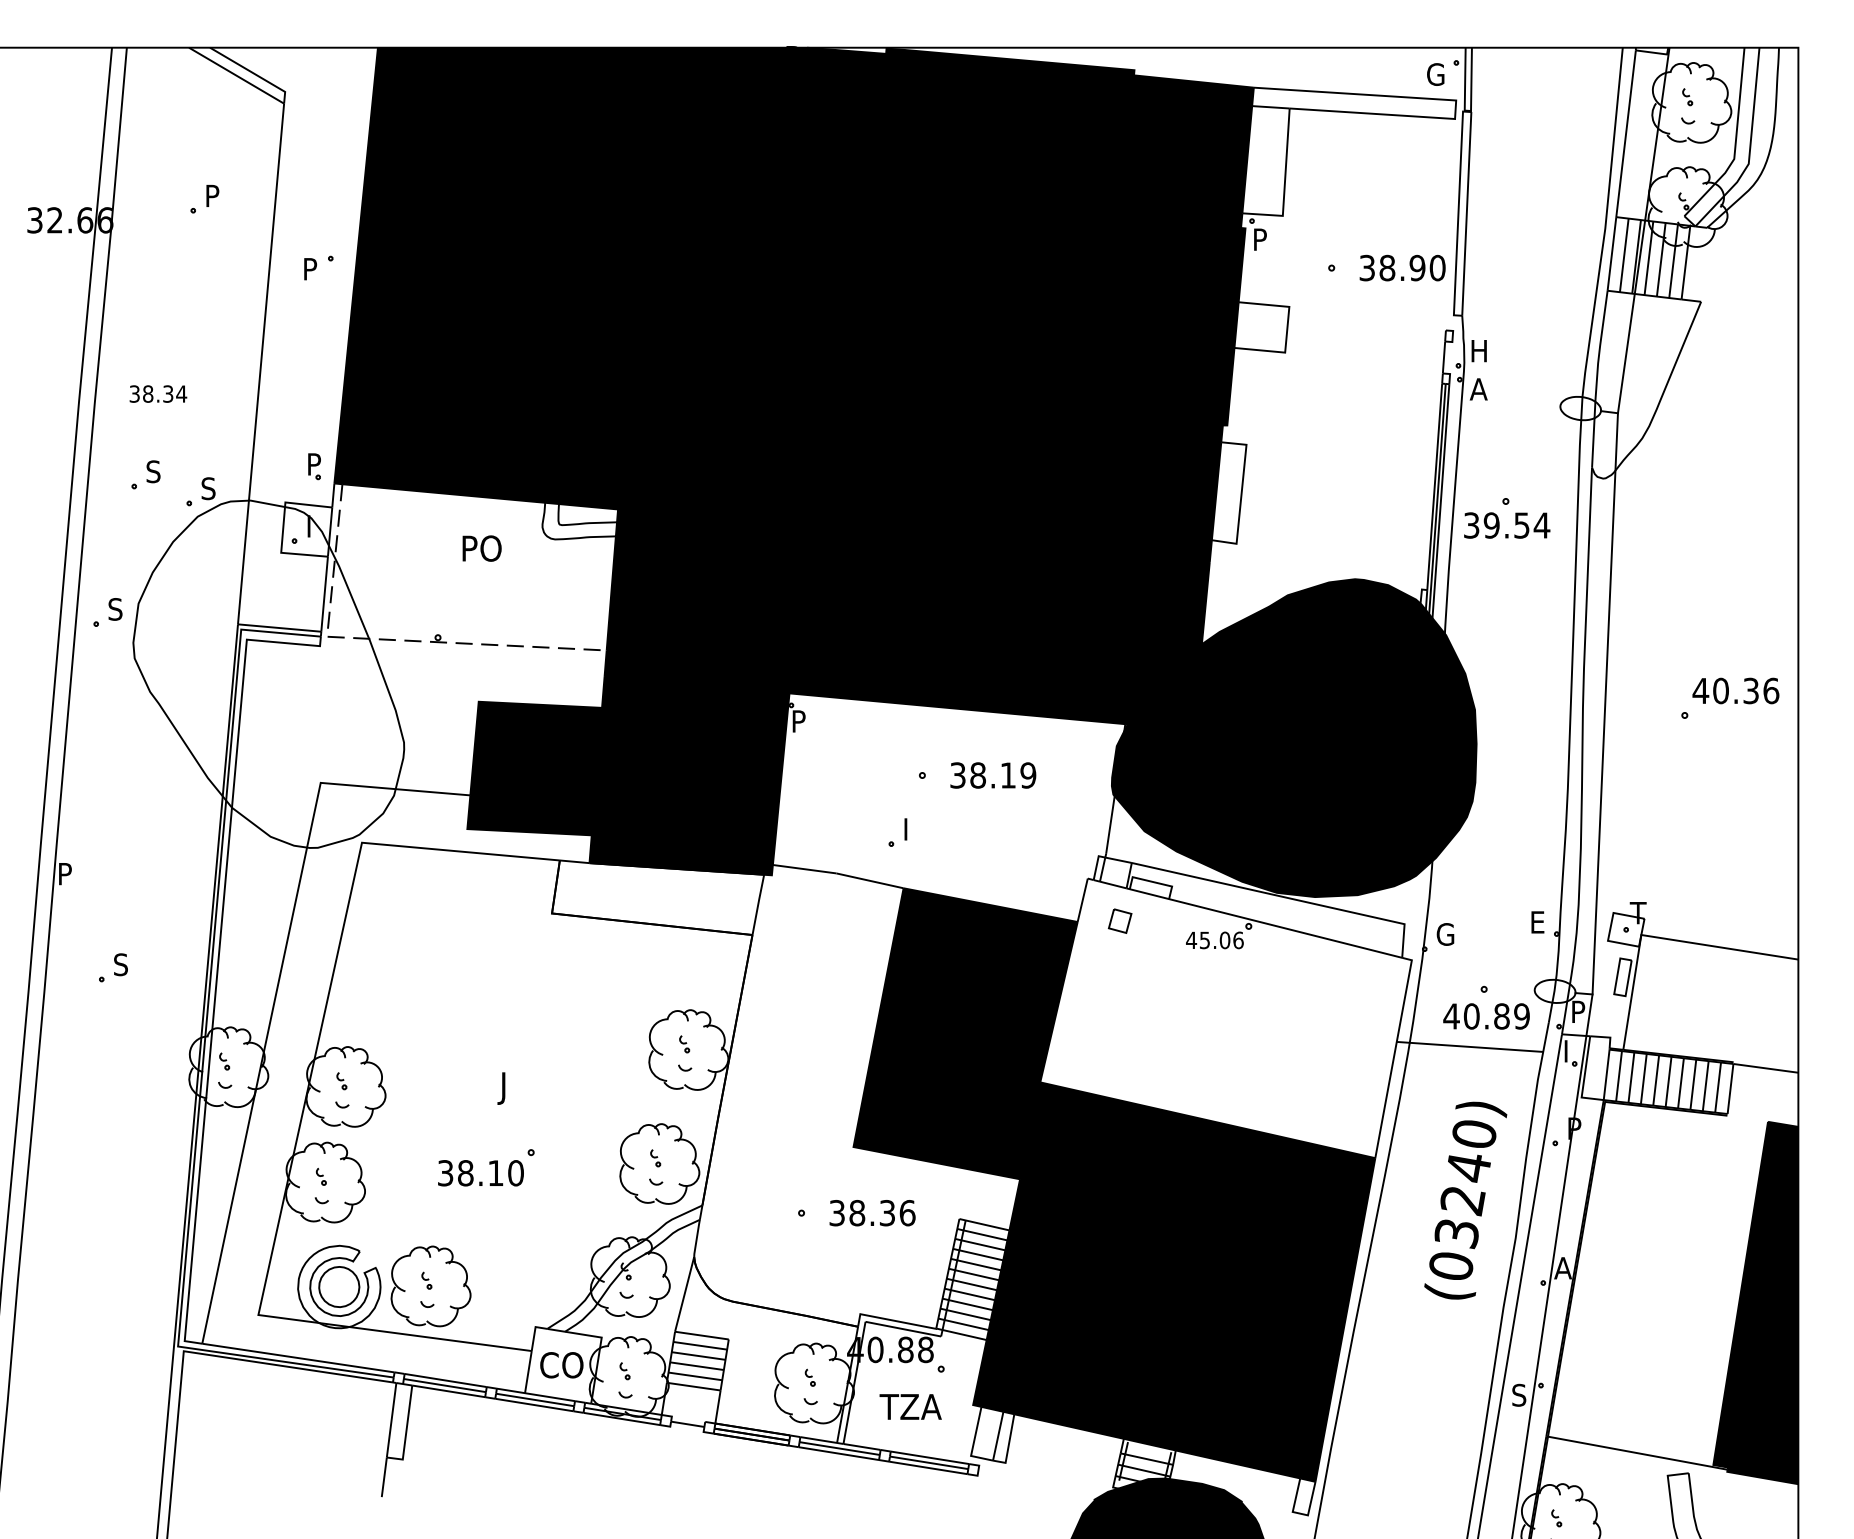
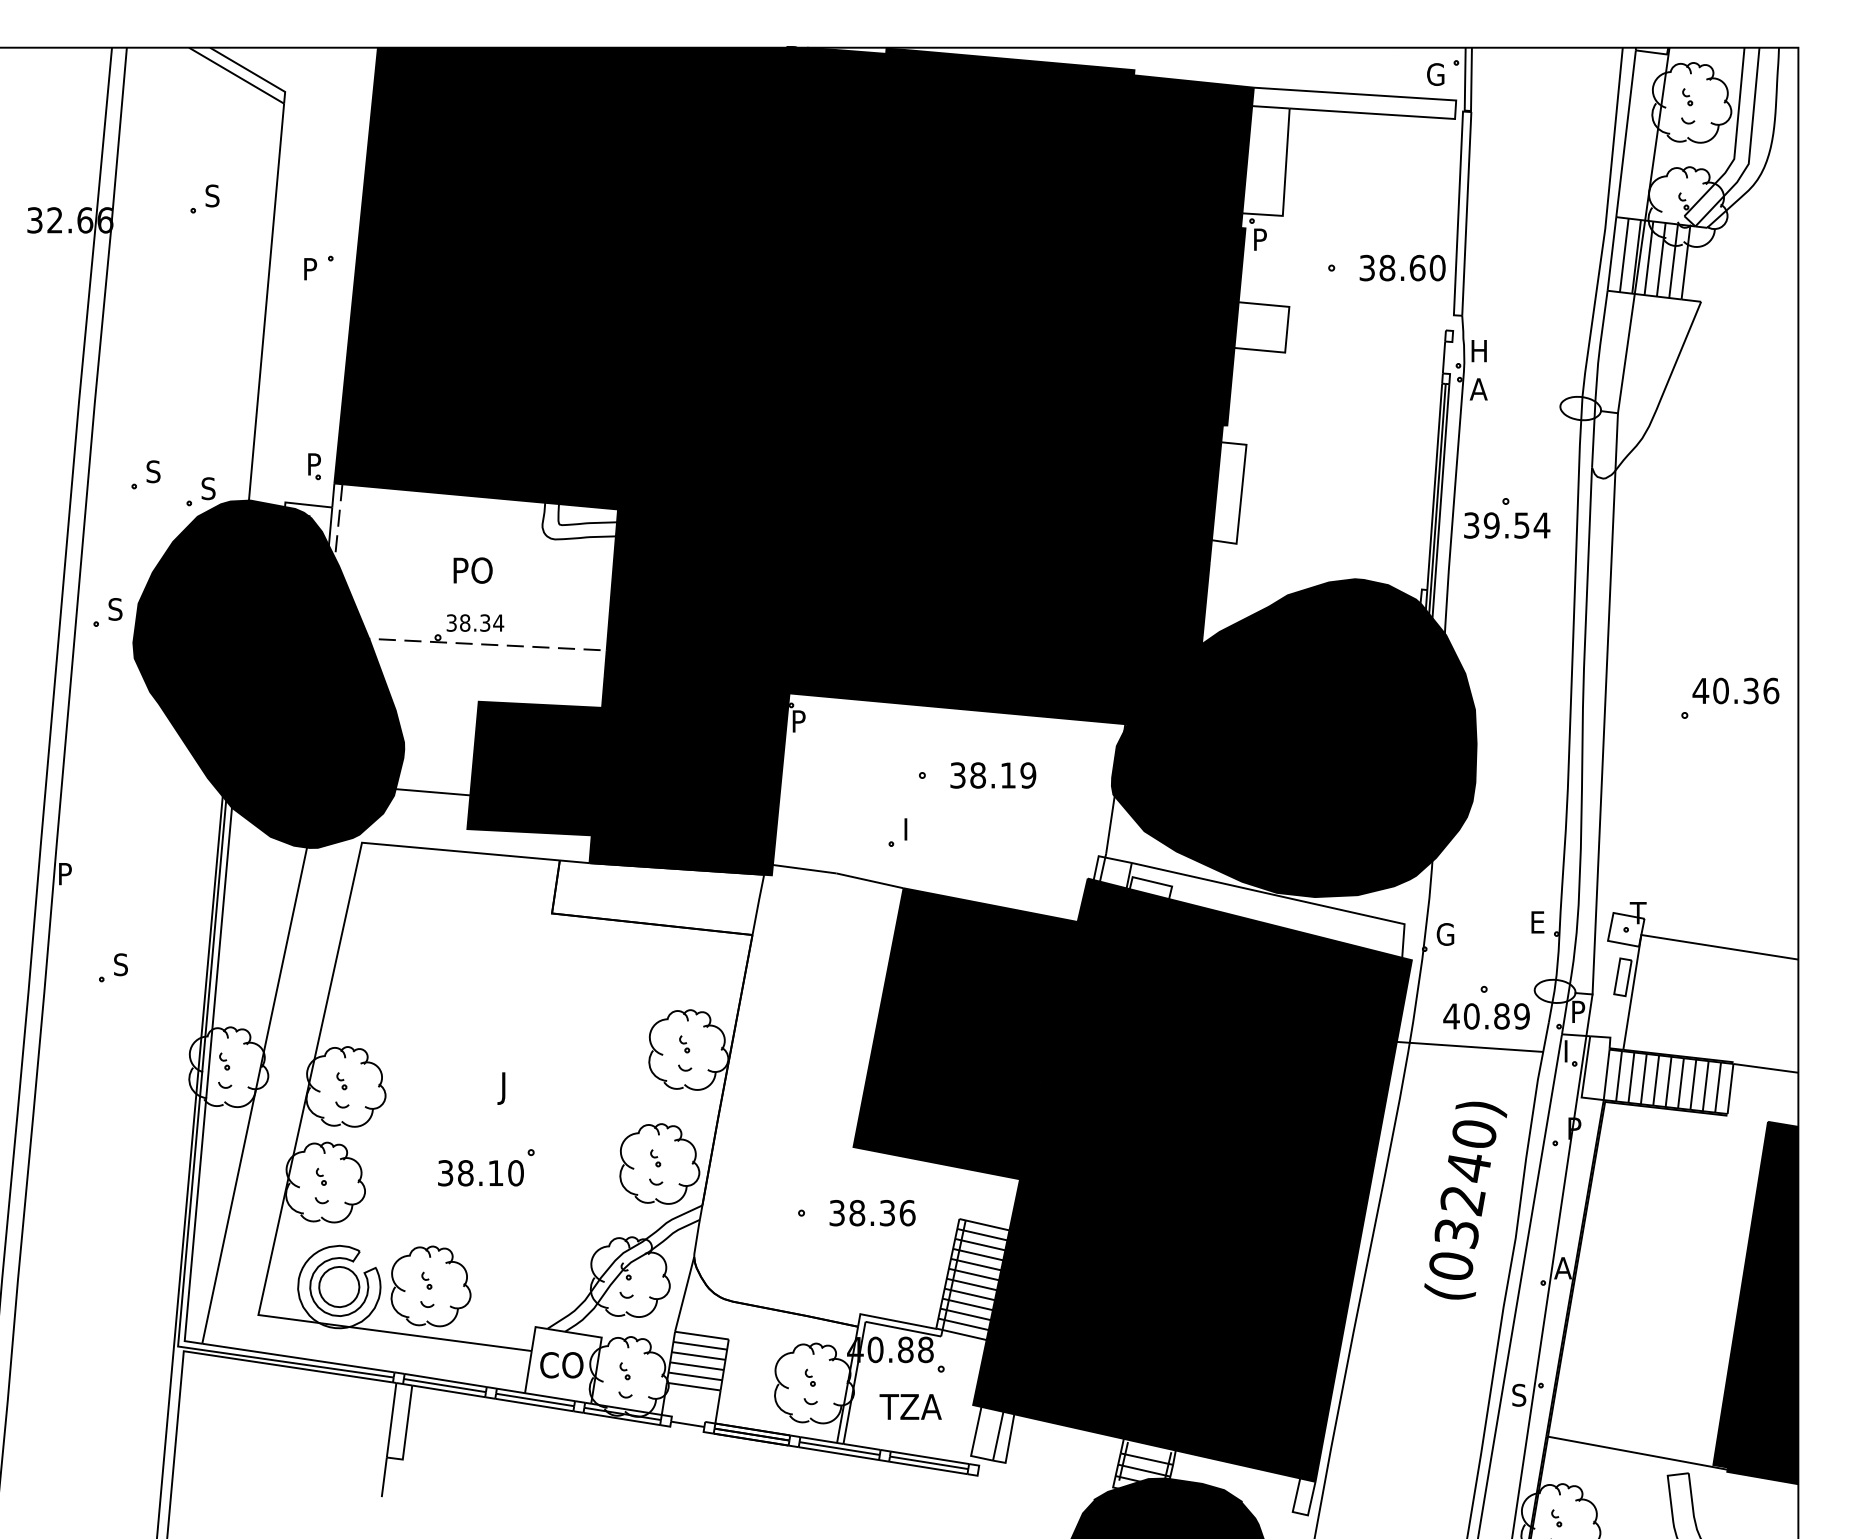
text at (212, 195): P -> S
text at (1417, 267): 38.90 -> 38.60
text at (158, 393) position: (158, 393) -> (475, 622)
text at (481, 548) position: (481, 548) -> (472, 570)
fill at (268, 673): none -> present
fill at (1225, 1018): none -> present
